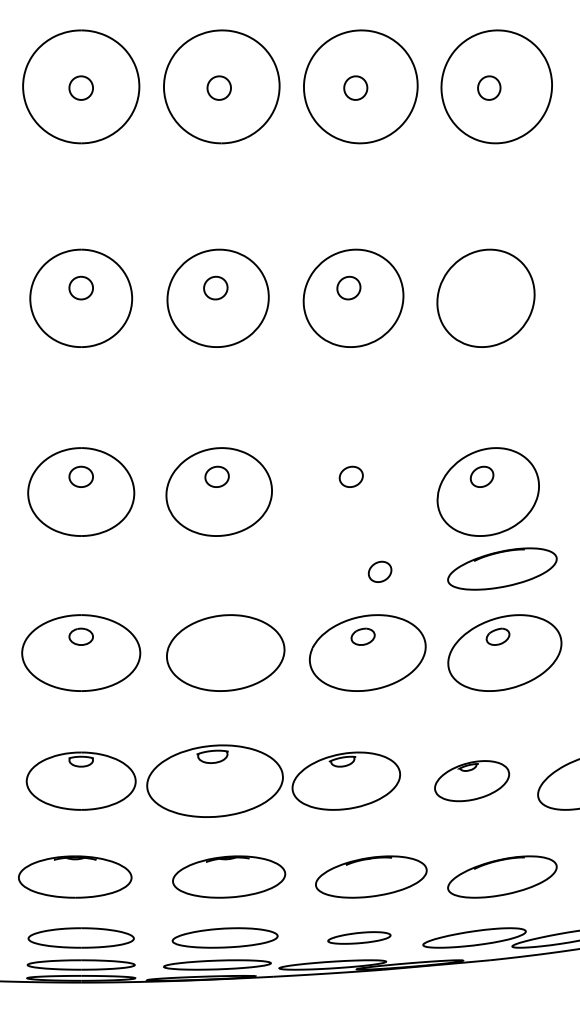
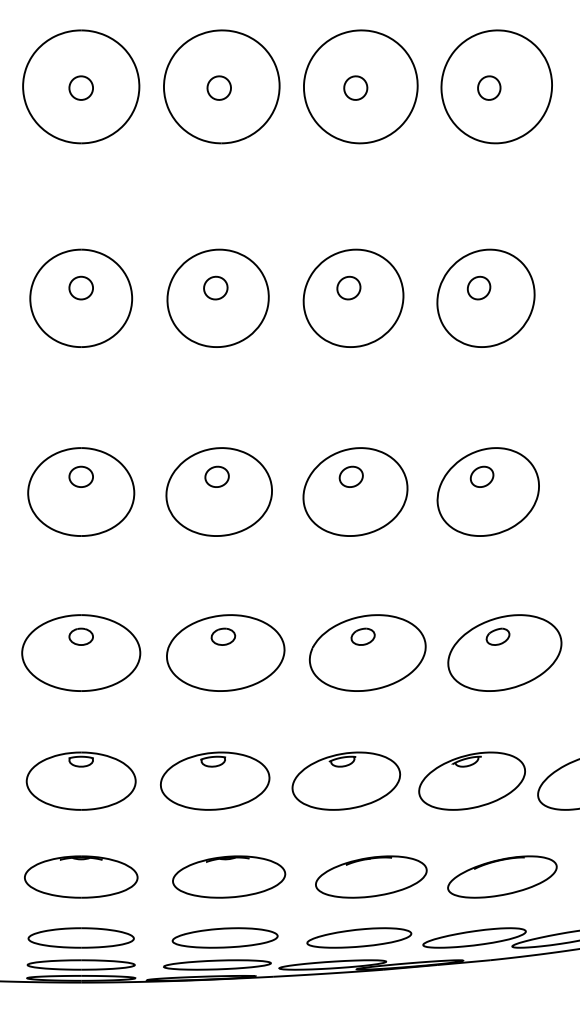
part at (478, 287): none -> present
part at (355, 491): none -> present
part at (502, 568): present -> none
part at (379, 571): present -> none
part at (223, 636): none -> present
part at (214, 780) size: 138x74 px -> 111x60 px
part at (472, 781) size: 77x43 px -> 108x60 px
part at (75, 876) position: (75, 876) -> (81, 876)
part at (359, 937) size: 65x14 px -> 107x22 px
